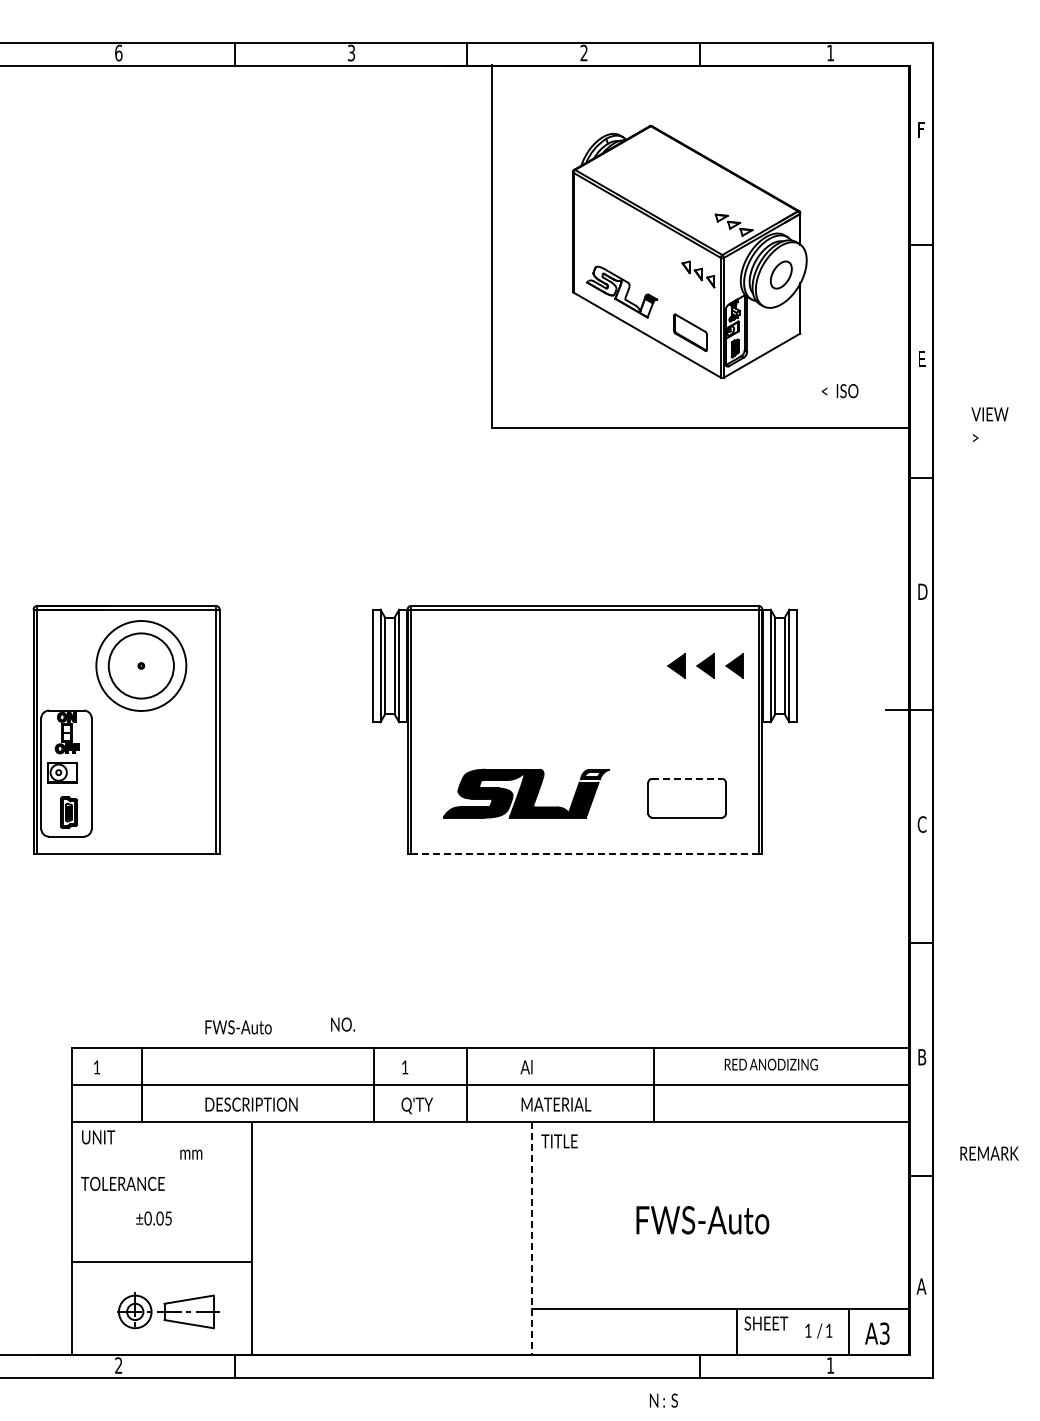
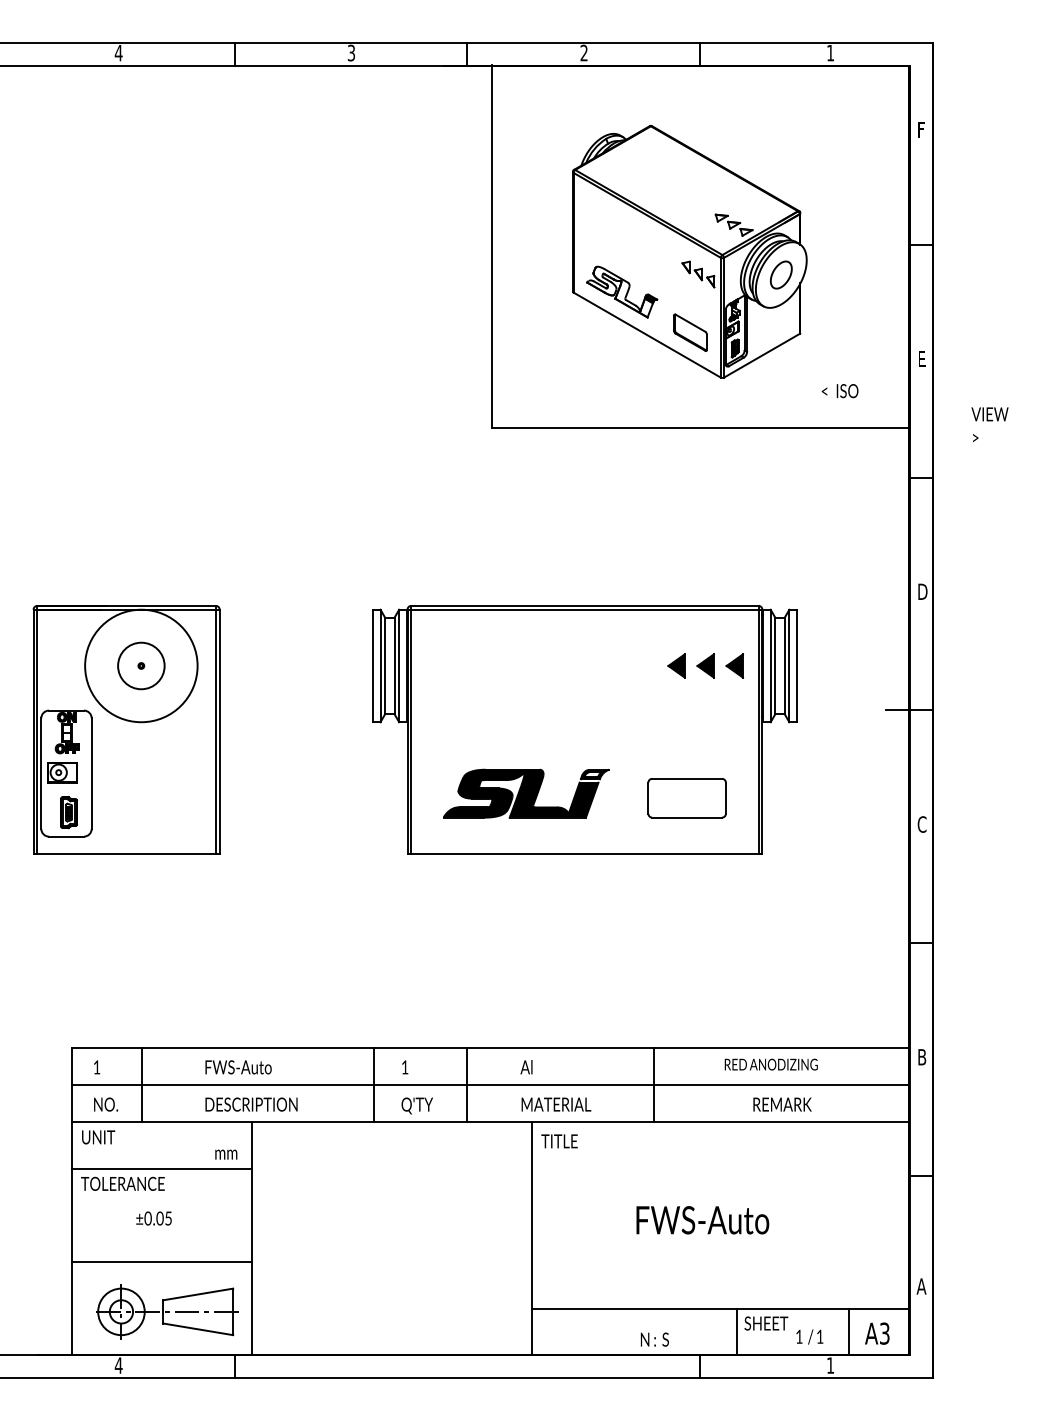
text at (118, 52): 6 -> 4
circle at (140, 665) diameter: 65 px -> 47 px
circle at (141, 665) diameter: 90 px -> 112 px
line at (687, 778): dashed -> solid
line at (584, 854): dashed -> solid
text at (343, 1024) position: (343, 1024) -> (106, 1104)
text at (238, 1027) position: (238, 1027) -> (238, 1067)
text at (989, 1153) position: (989, 1153) -> (782, 1104)
text at (191, 1154) position: (191, 1154) -> (226, 1154)
line at (161, 1168): none -> present
line at (531, 1239): dashed -> solid
part at (168, 1310) size: 103x38 px -> 143x56 px
text at (818, 1330) position: (818, 1330) -> (809, 1336)
text at (118, 1365): 2 -> 4
text at (663, 1400) position: (663, 1400) -> (654, 1339)
